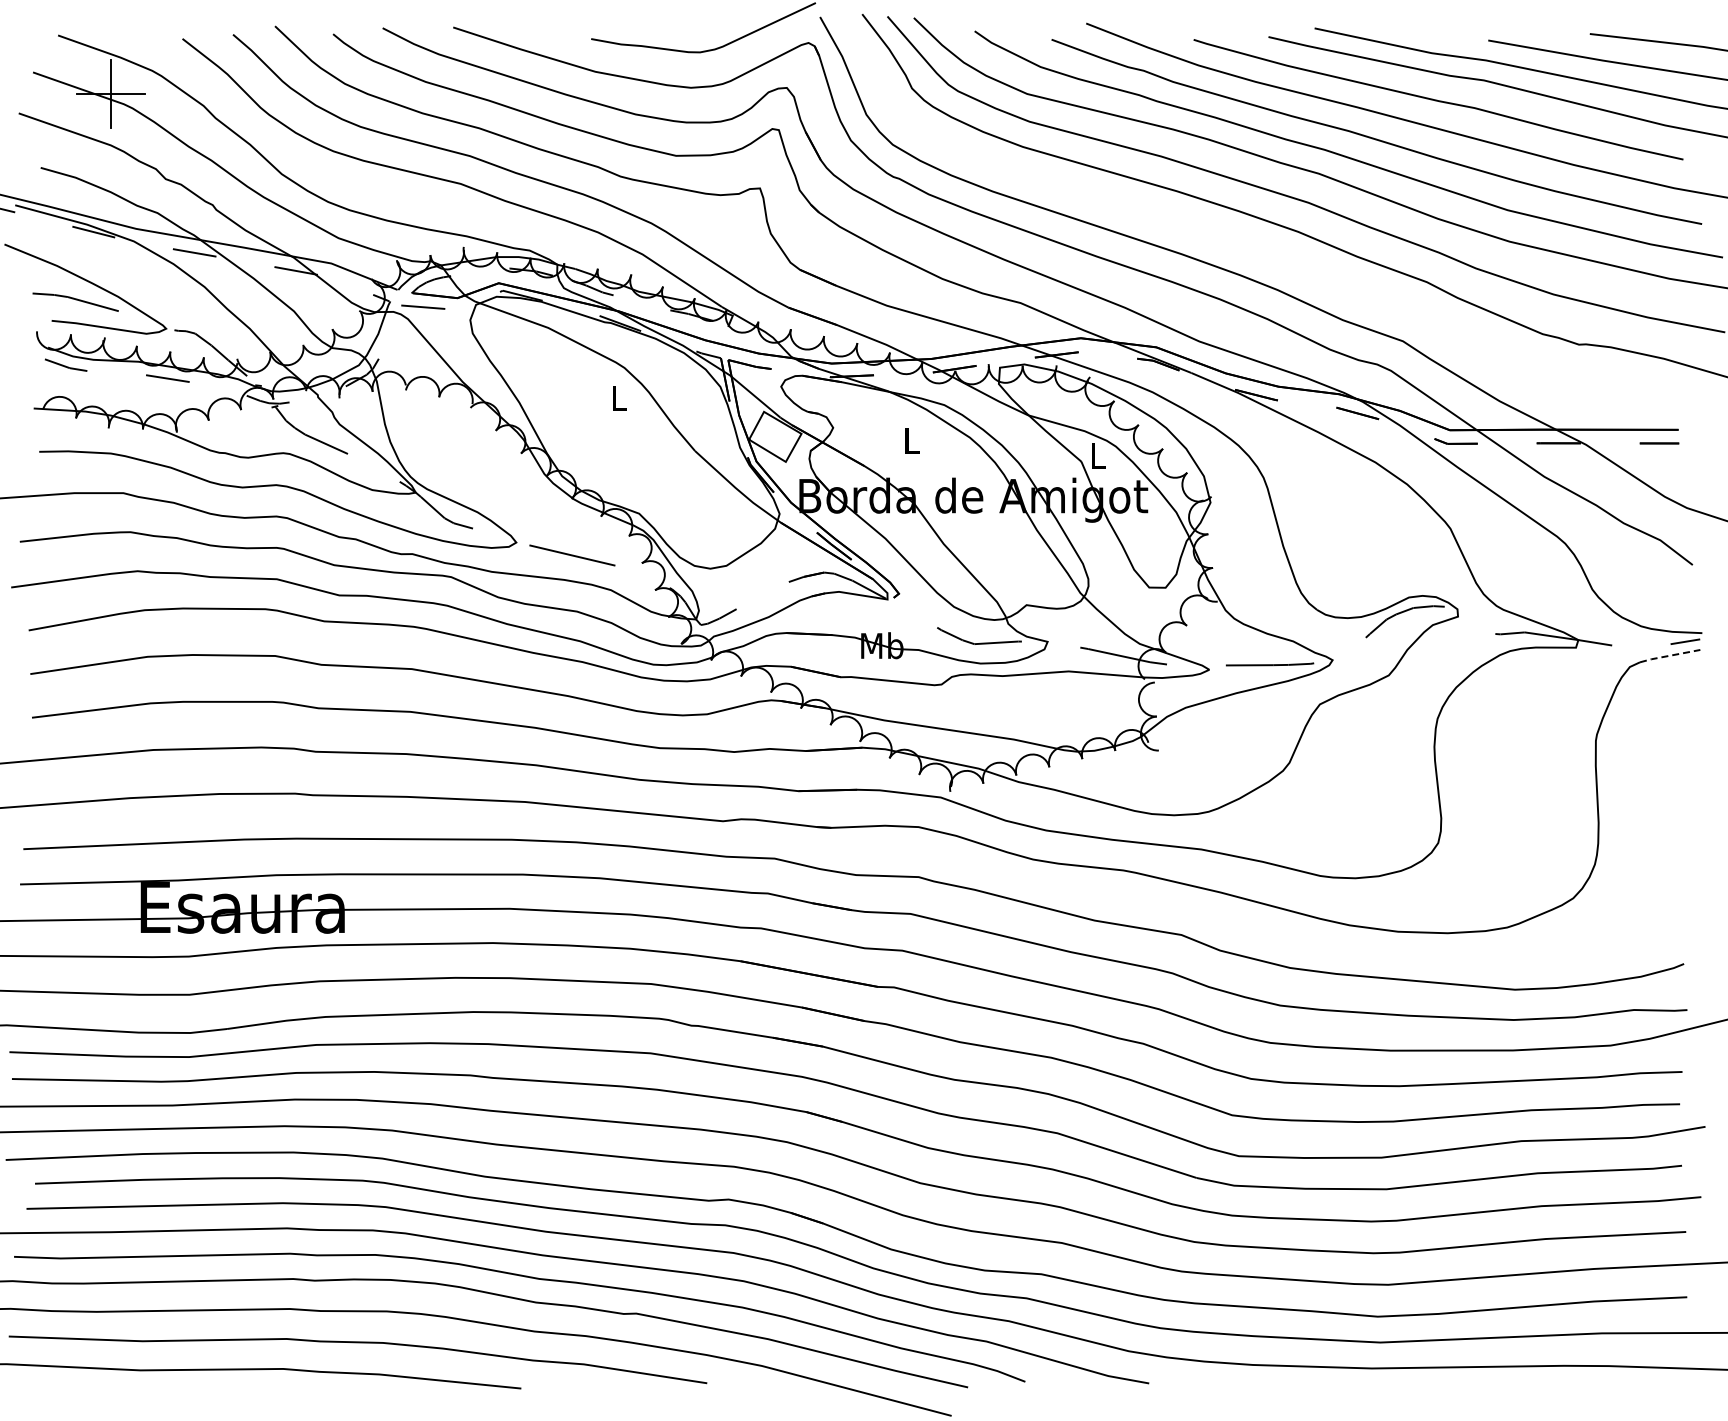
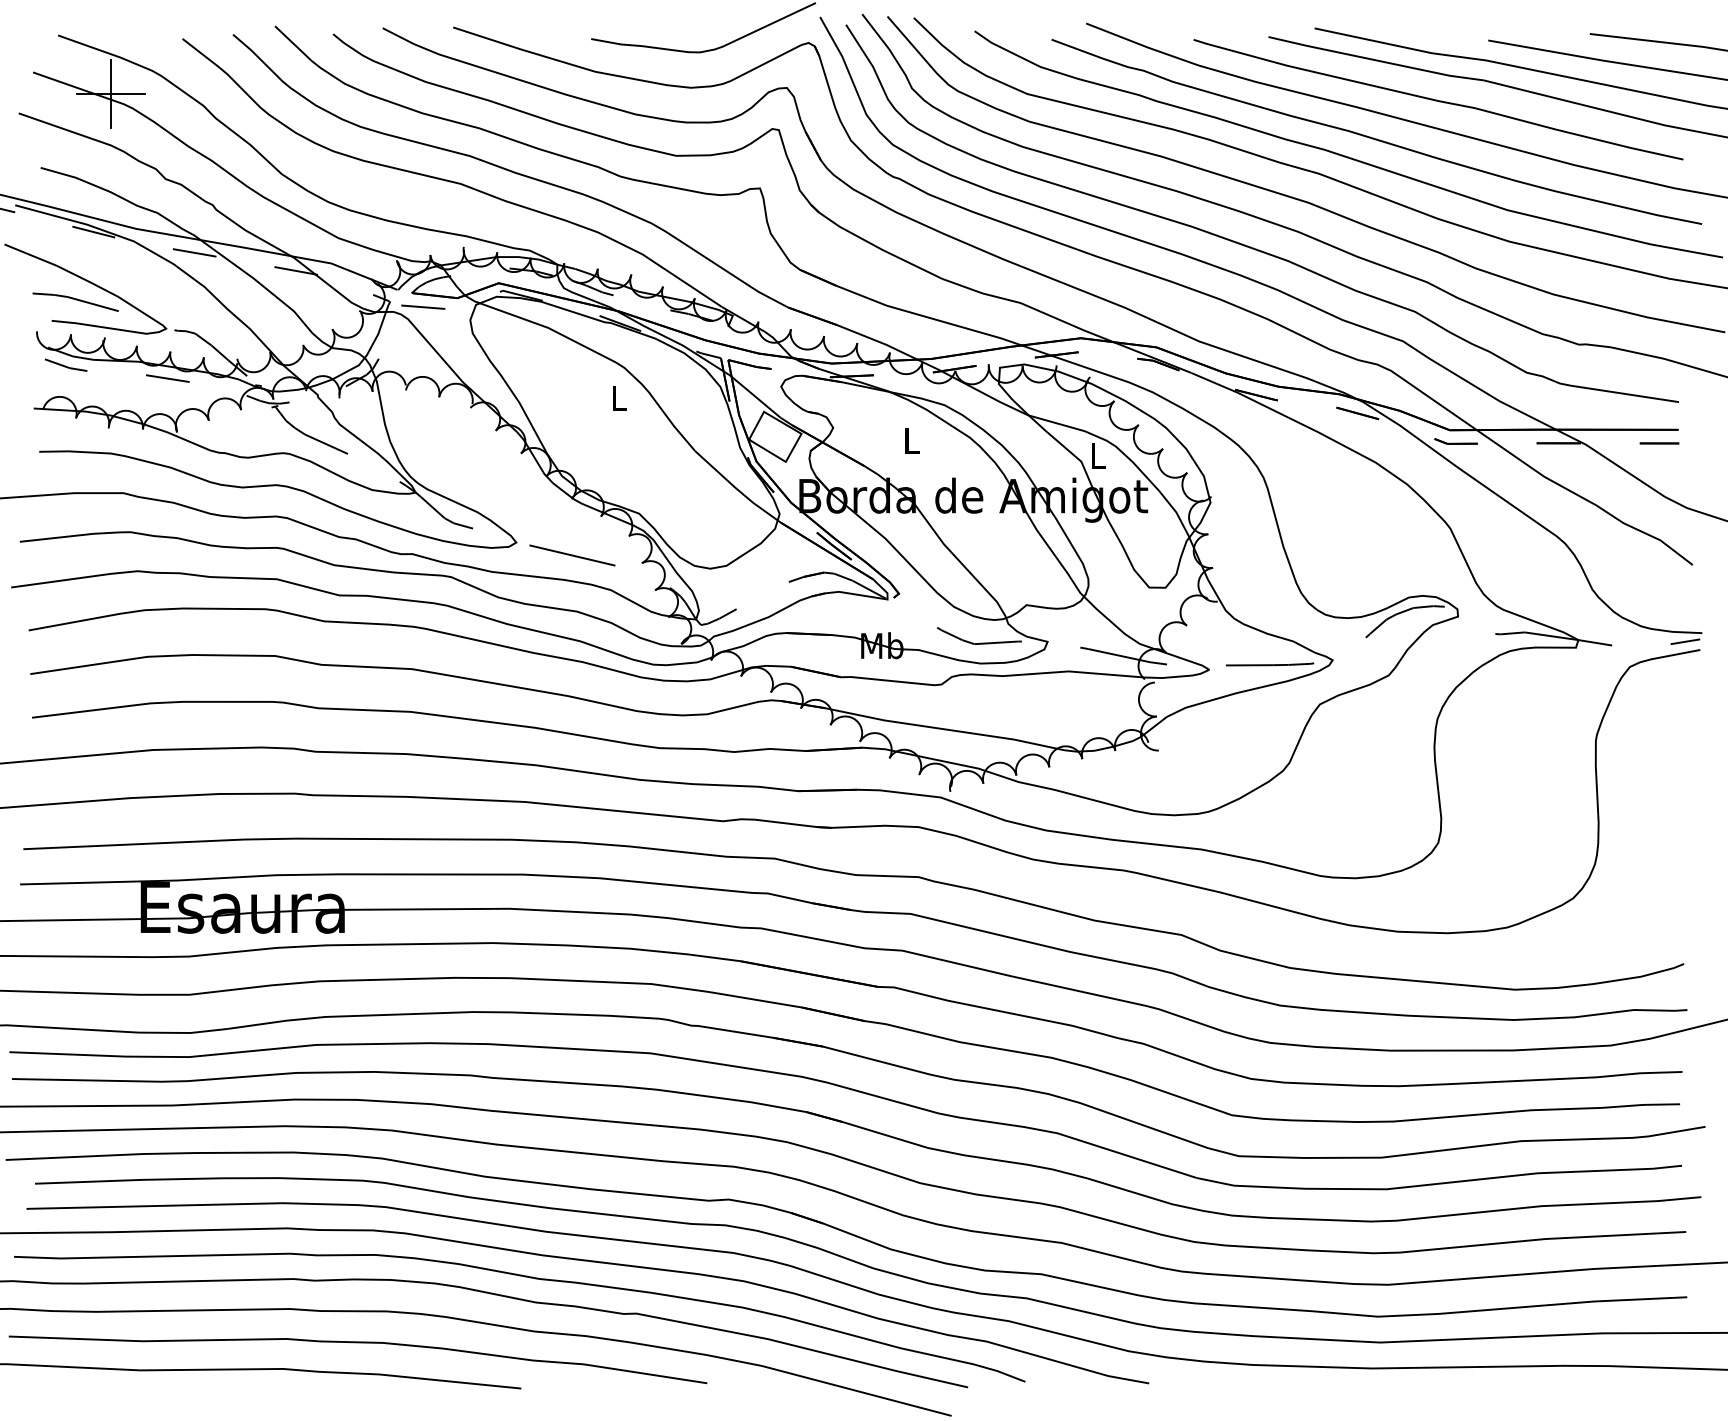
curve at (1248, 245): none -> present
line at (1669, 655): dashed -> solid
